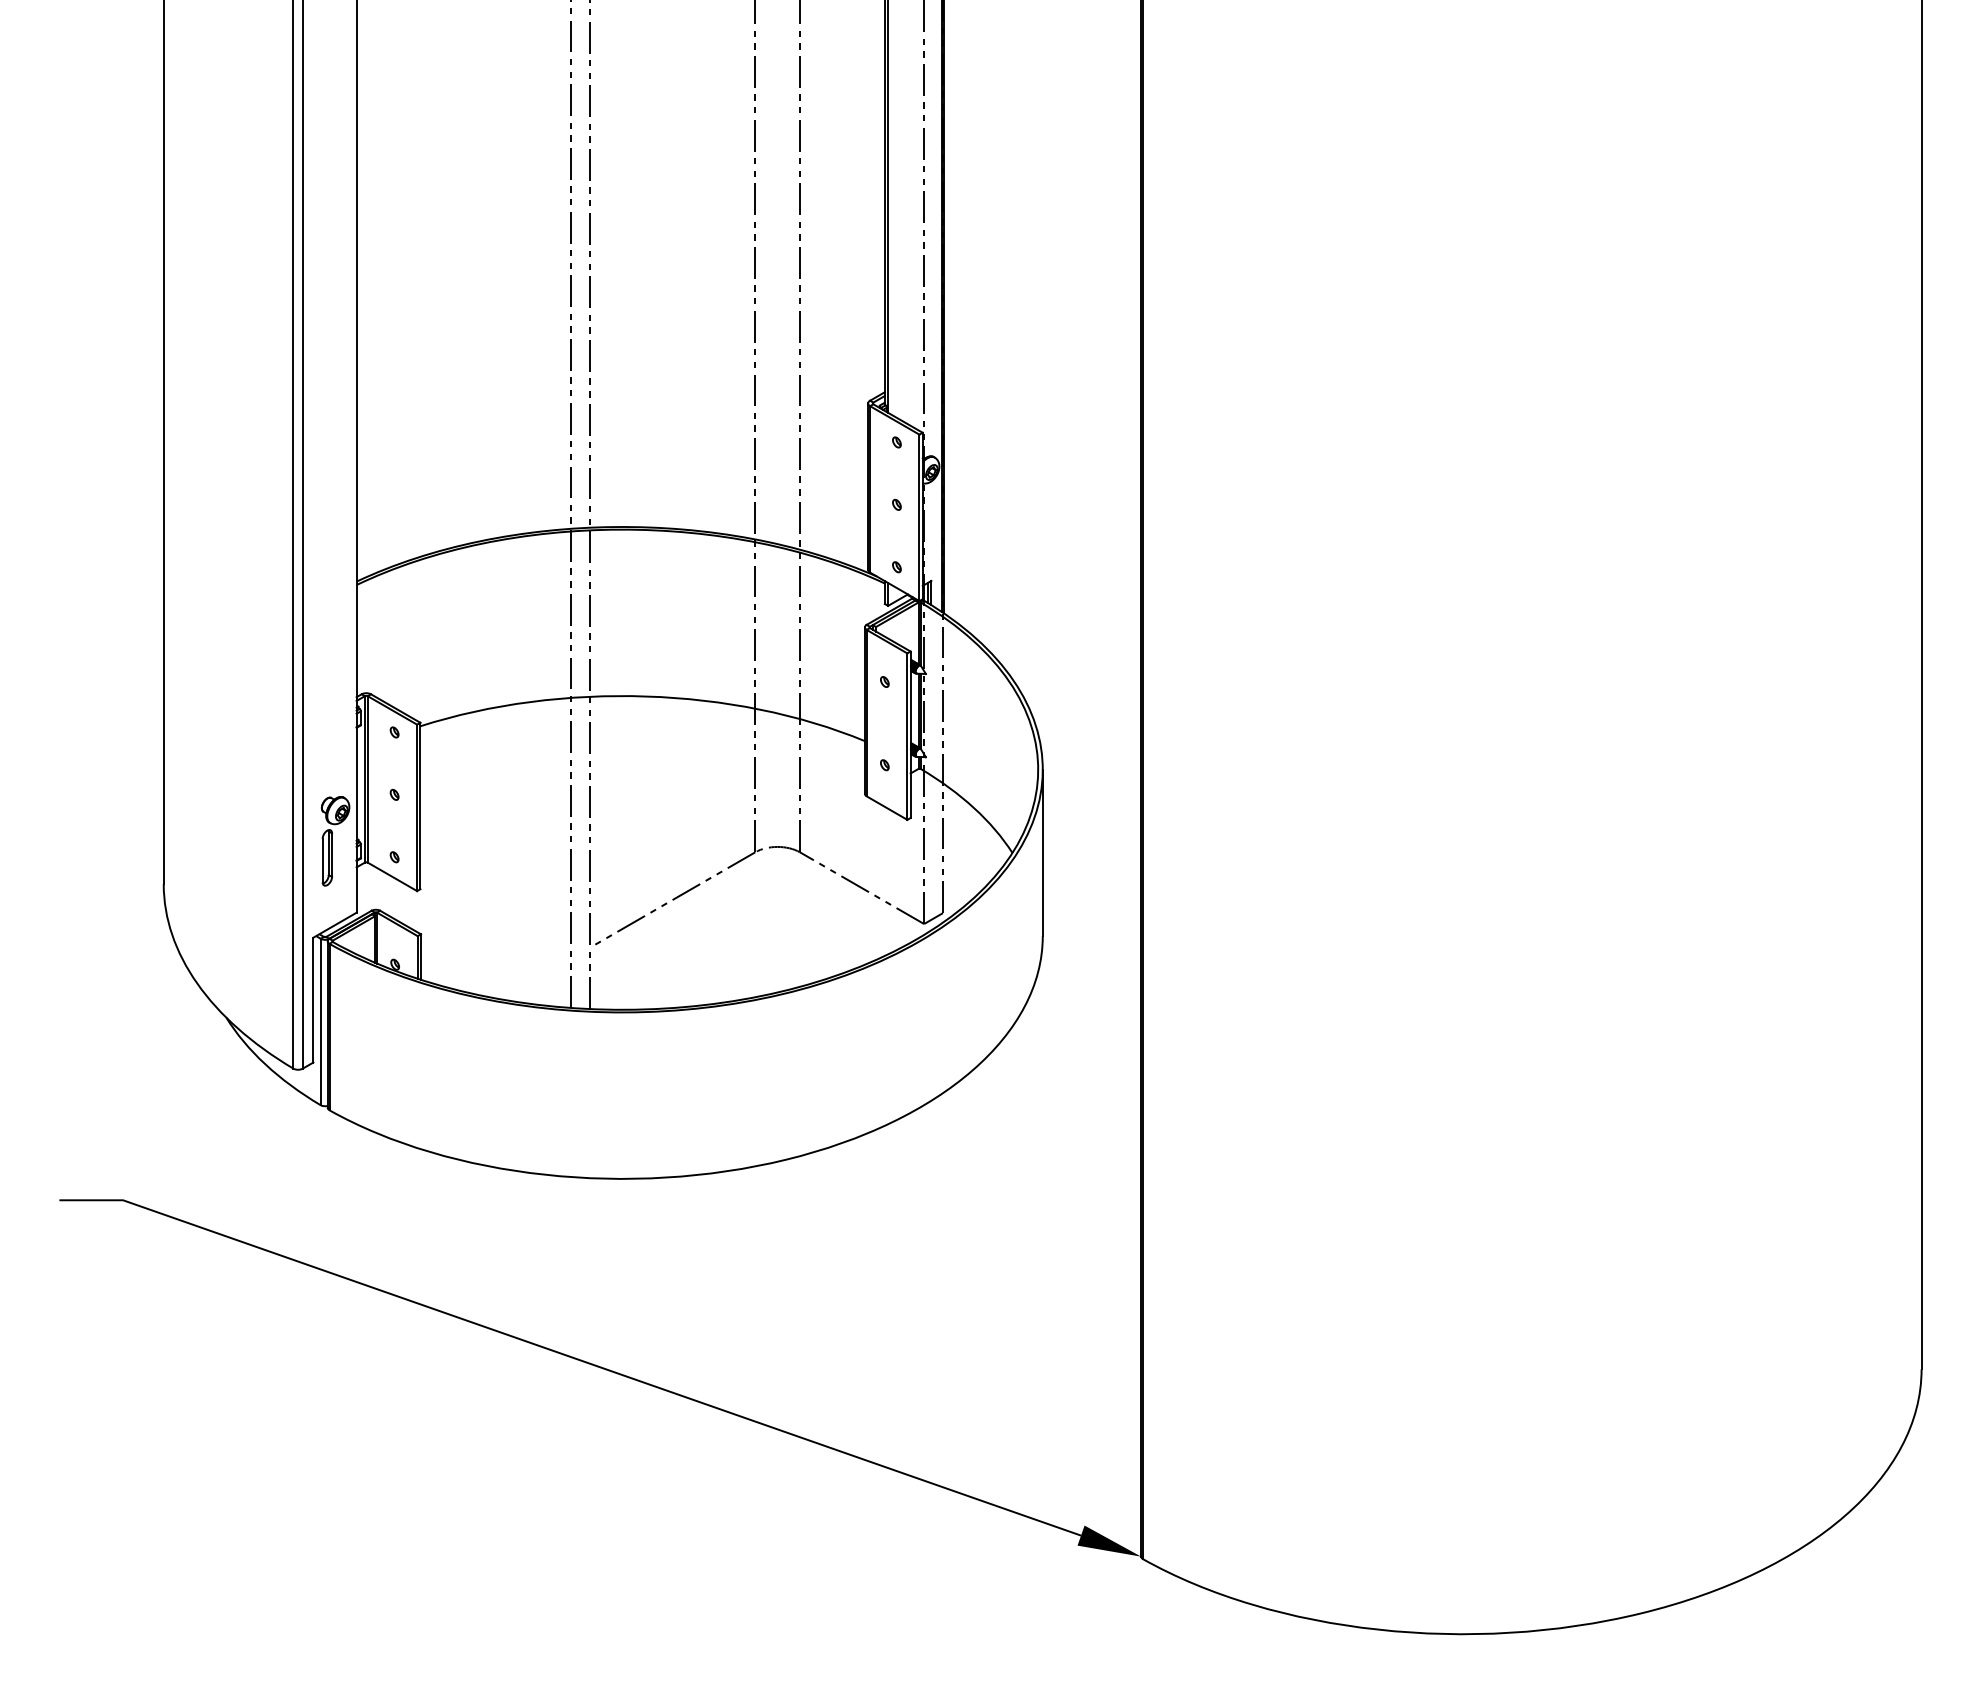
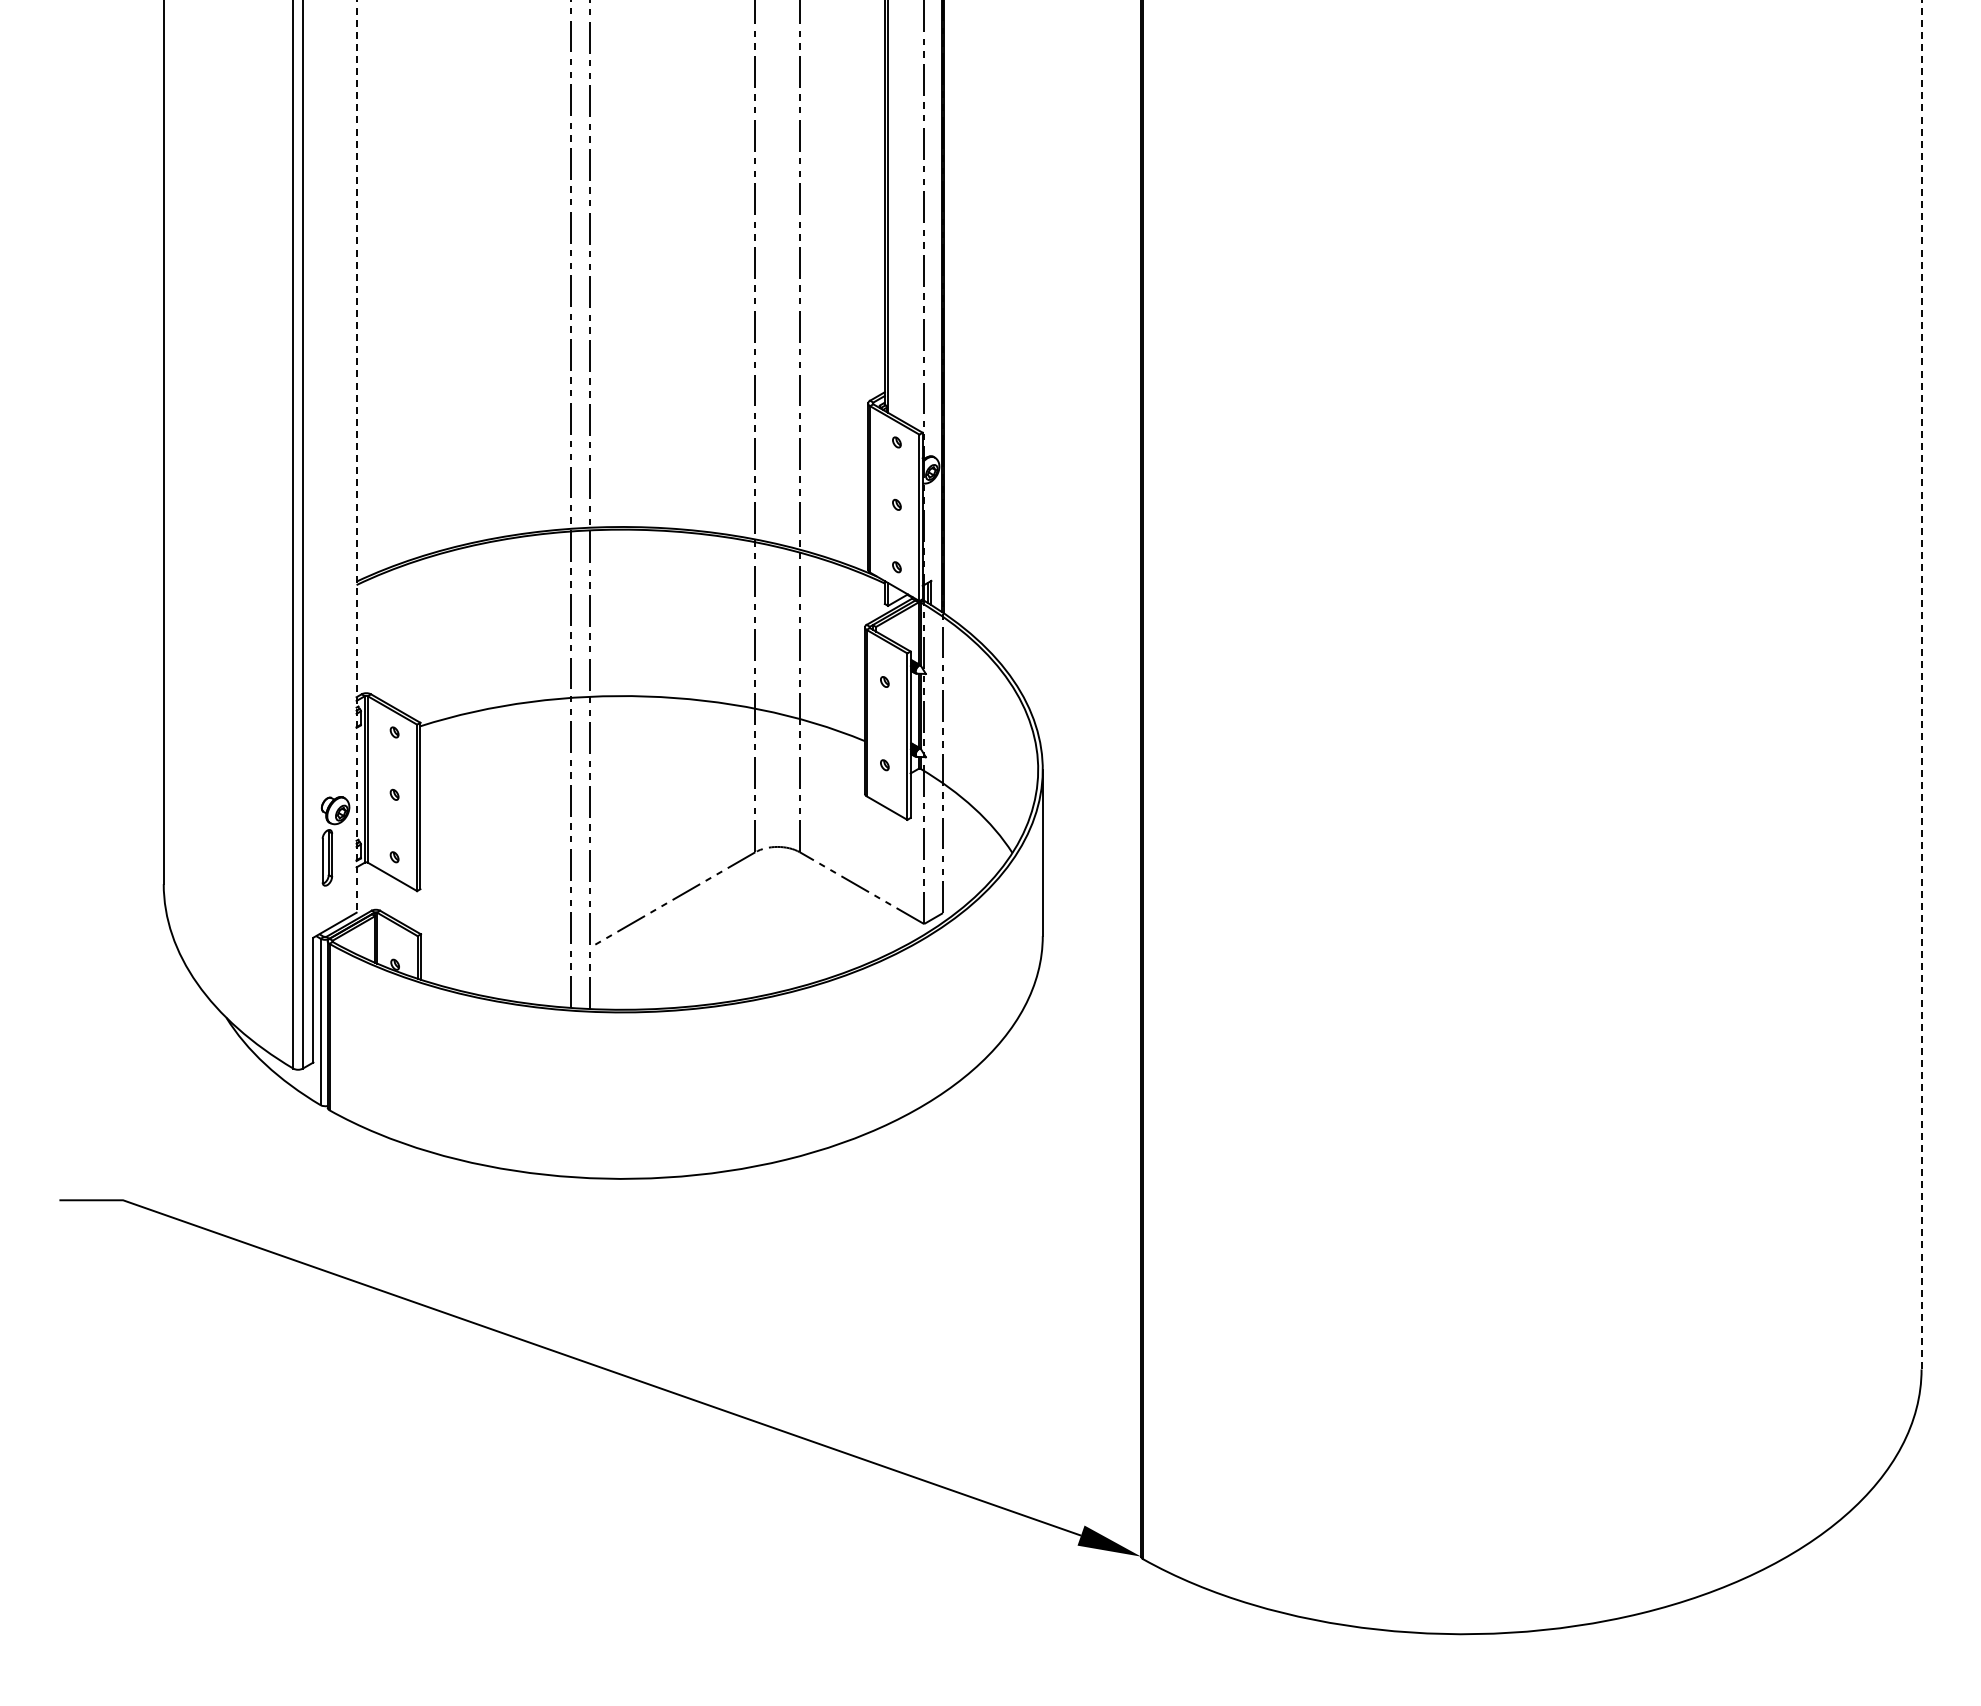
line at (356, 456): solid -> dashed
line at (1921, 684): solid -> dashed
